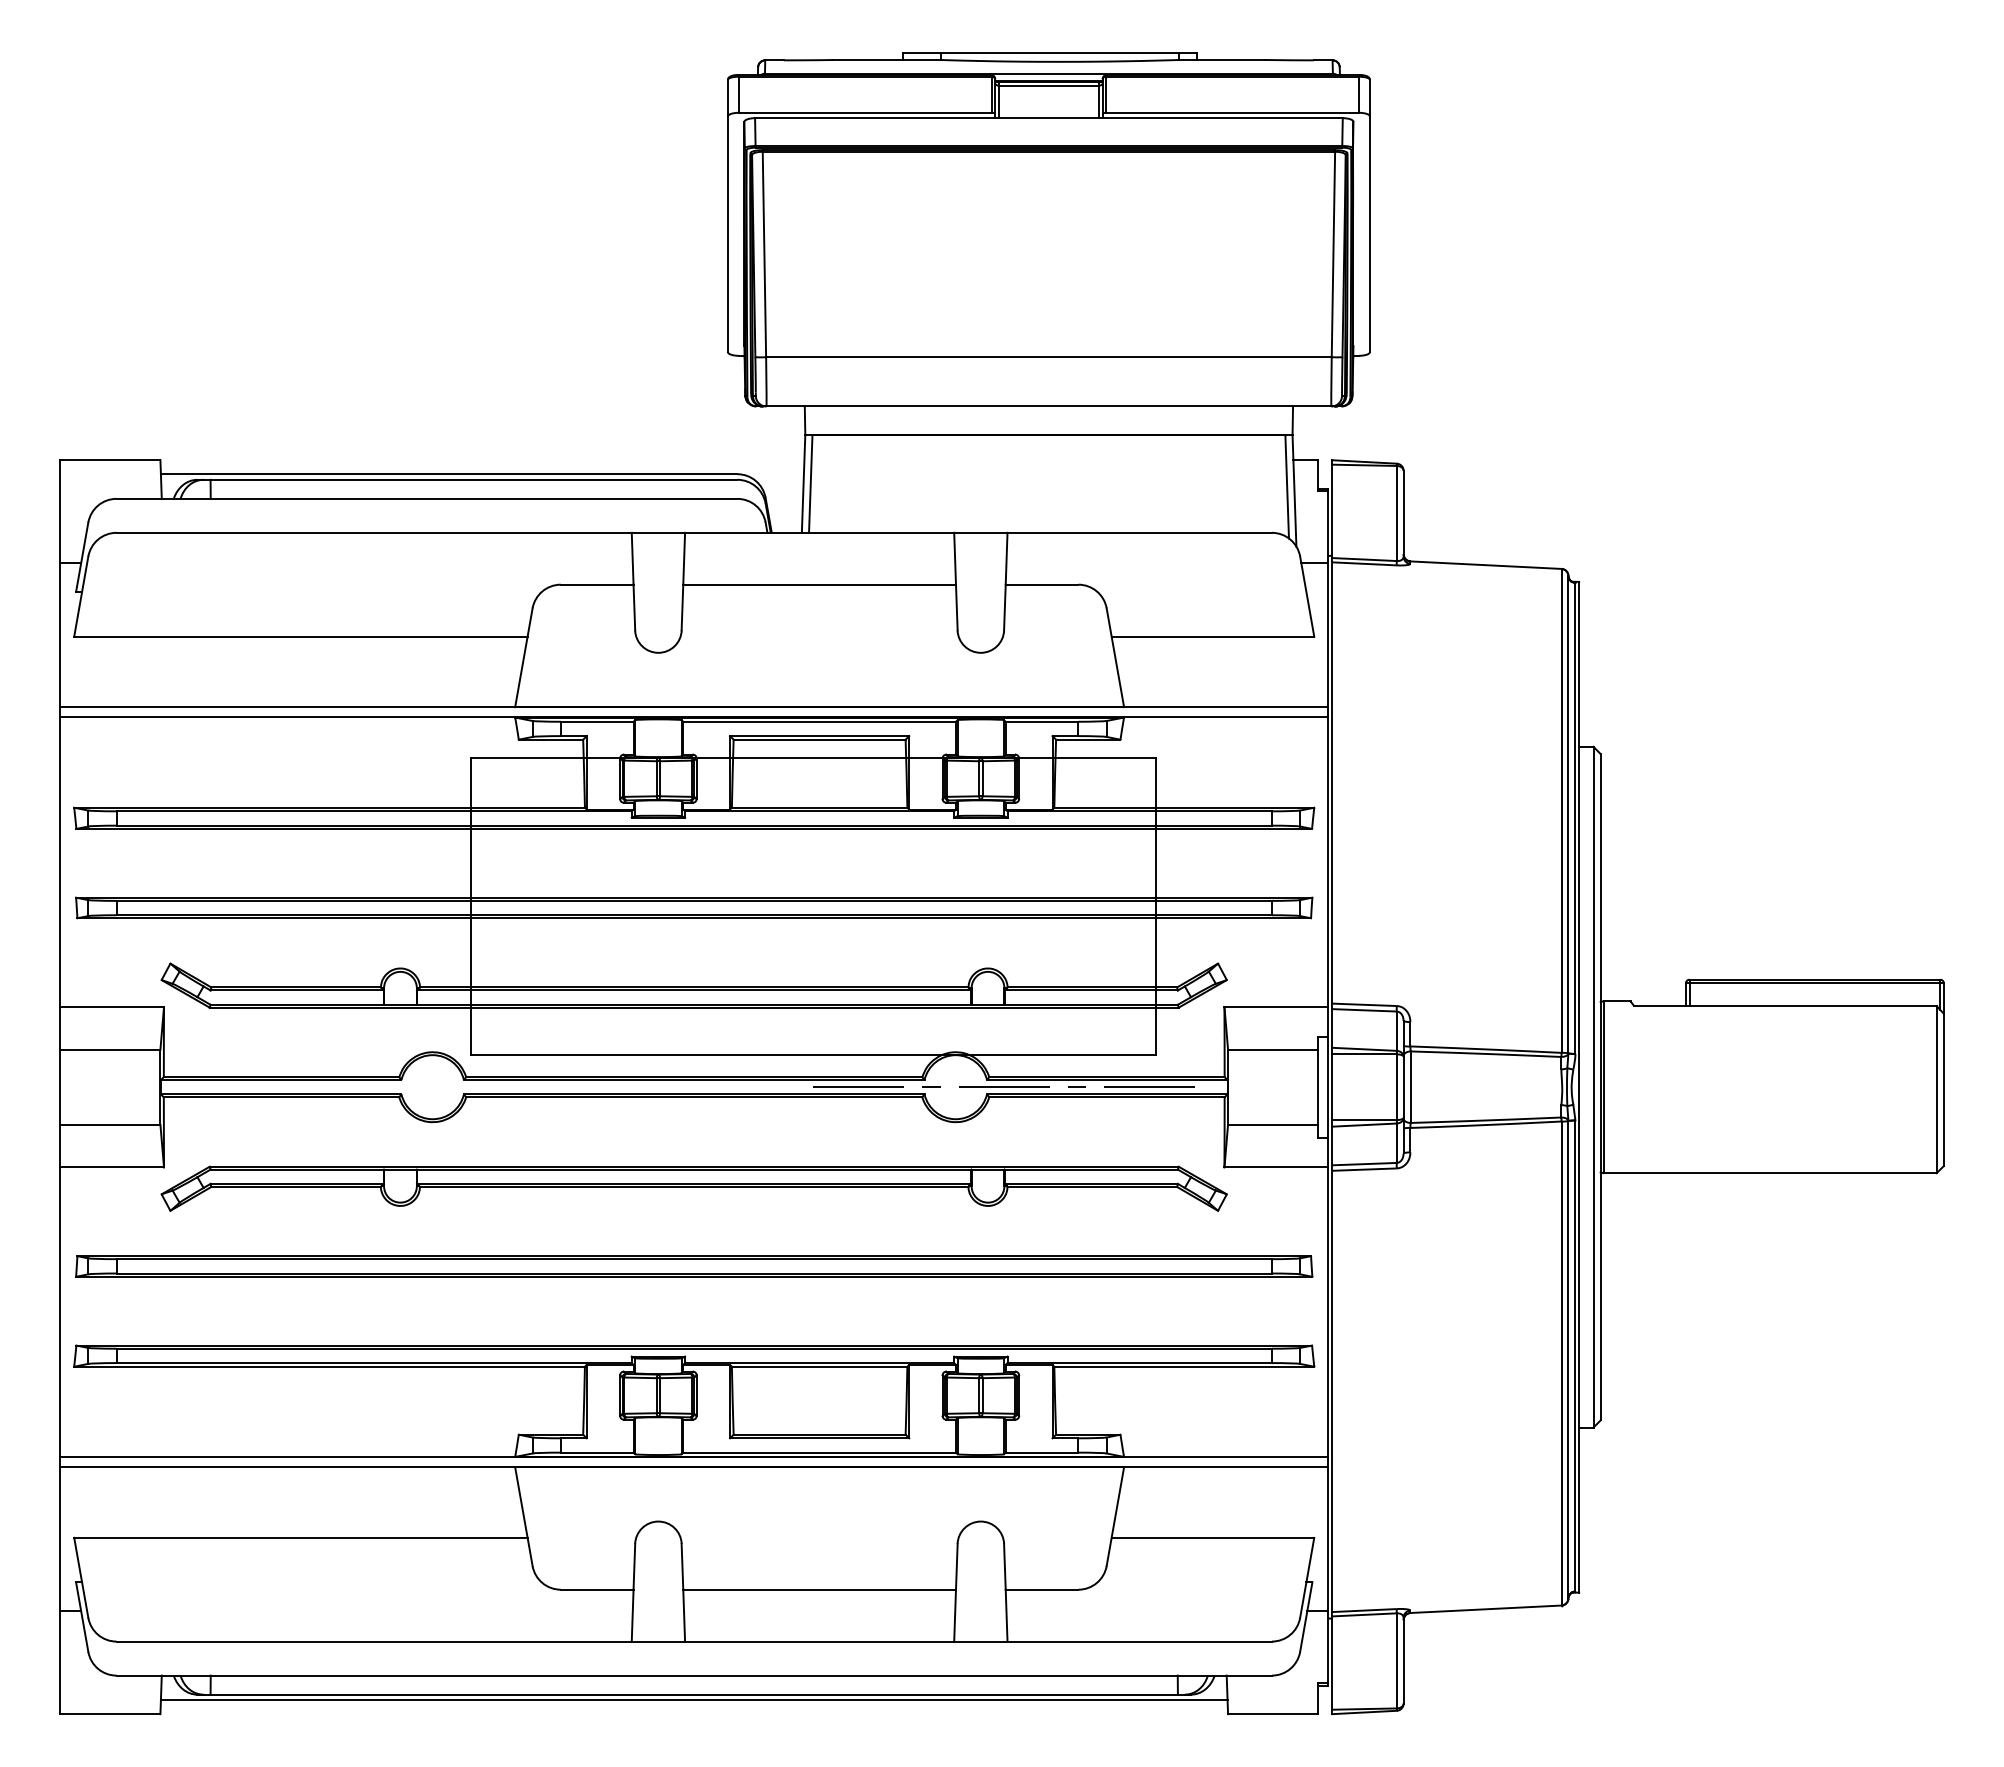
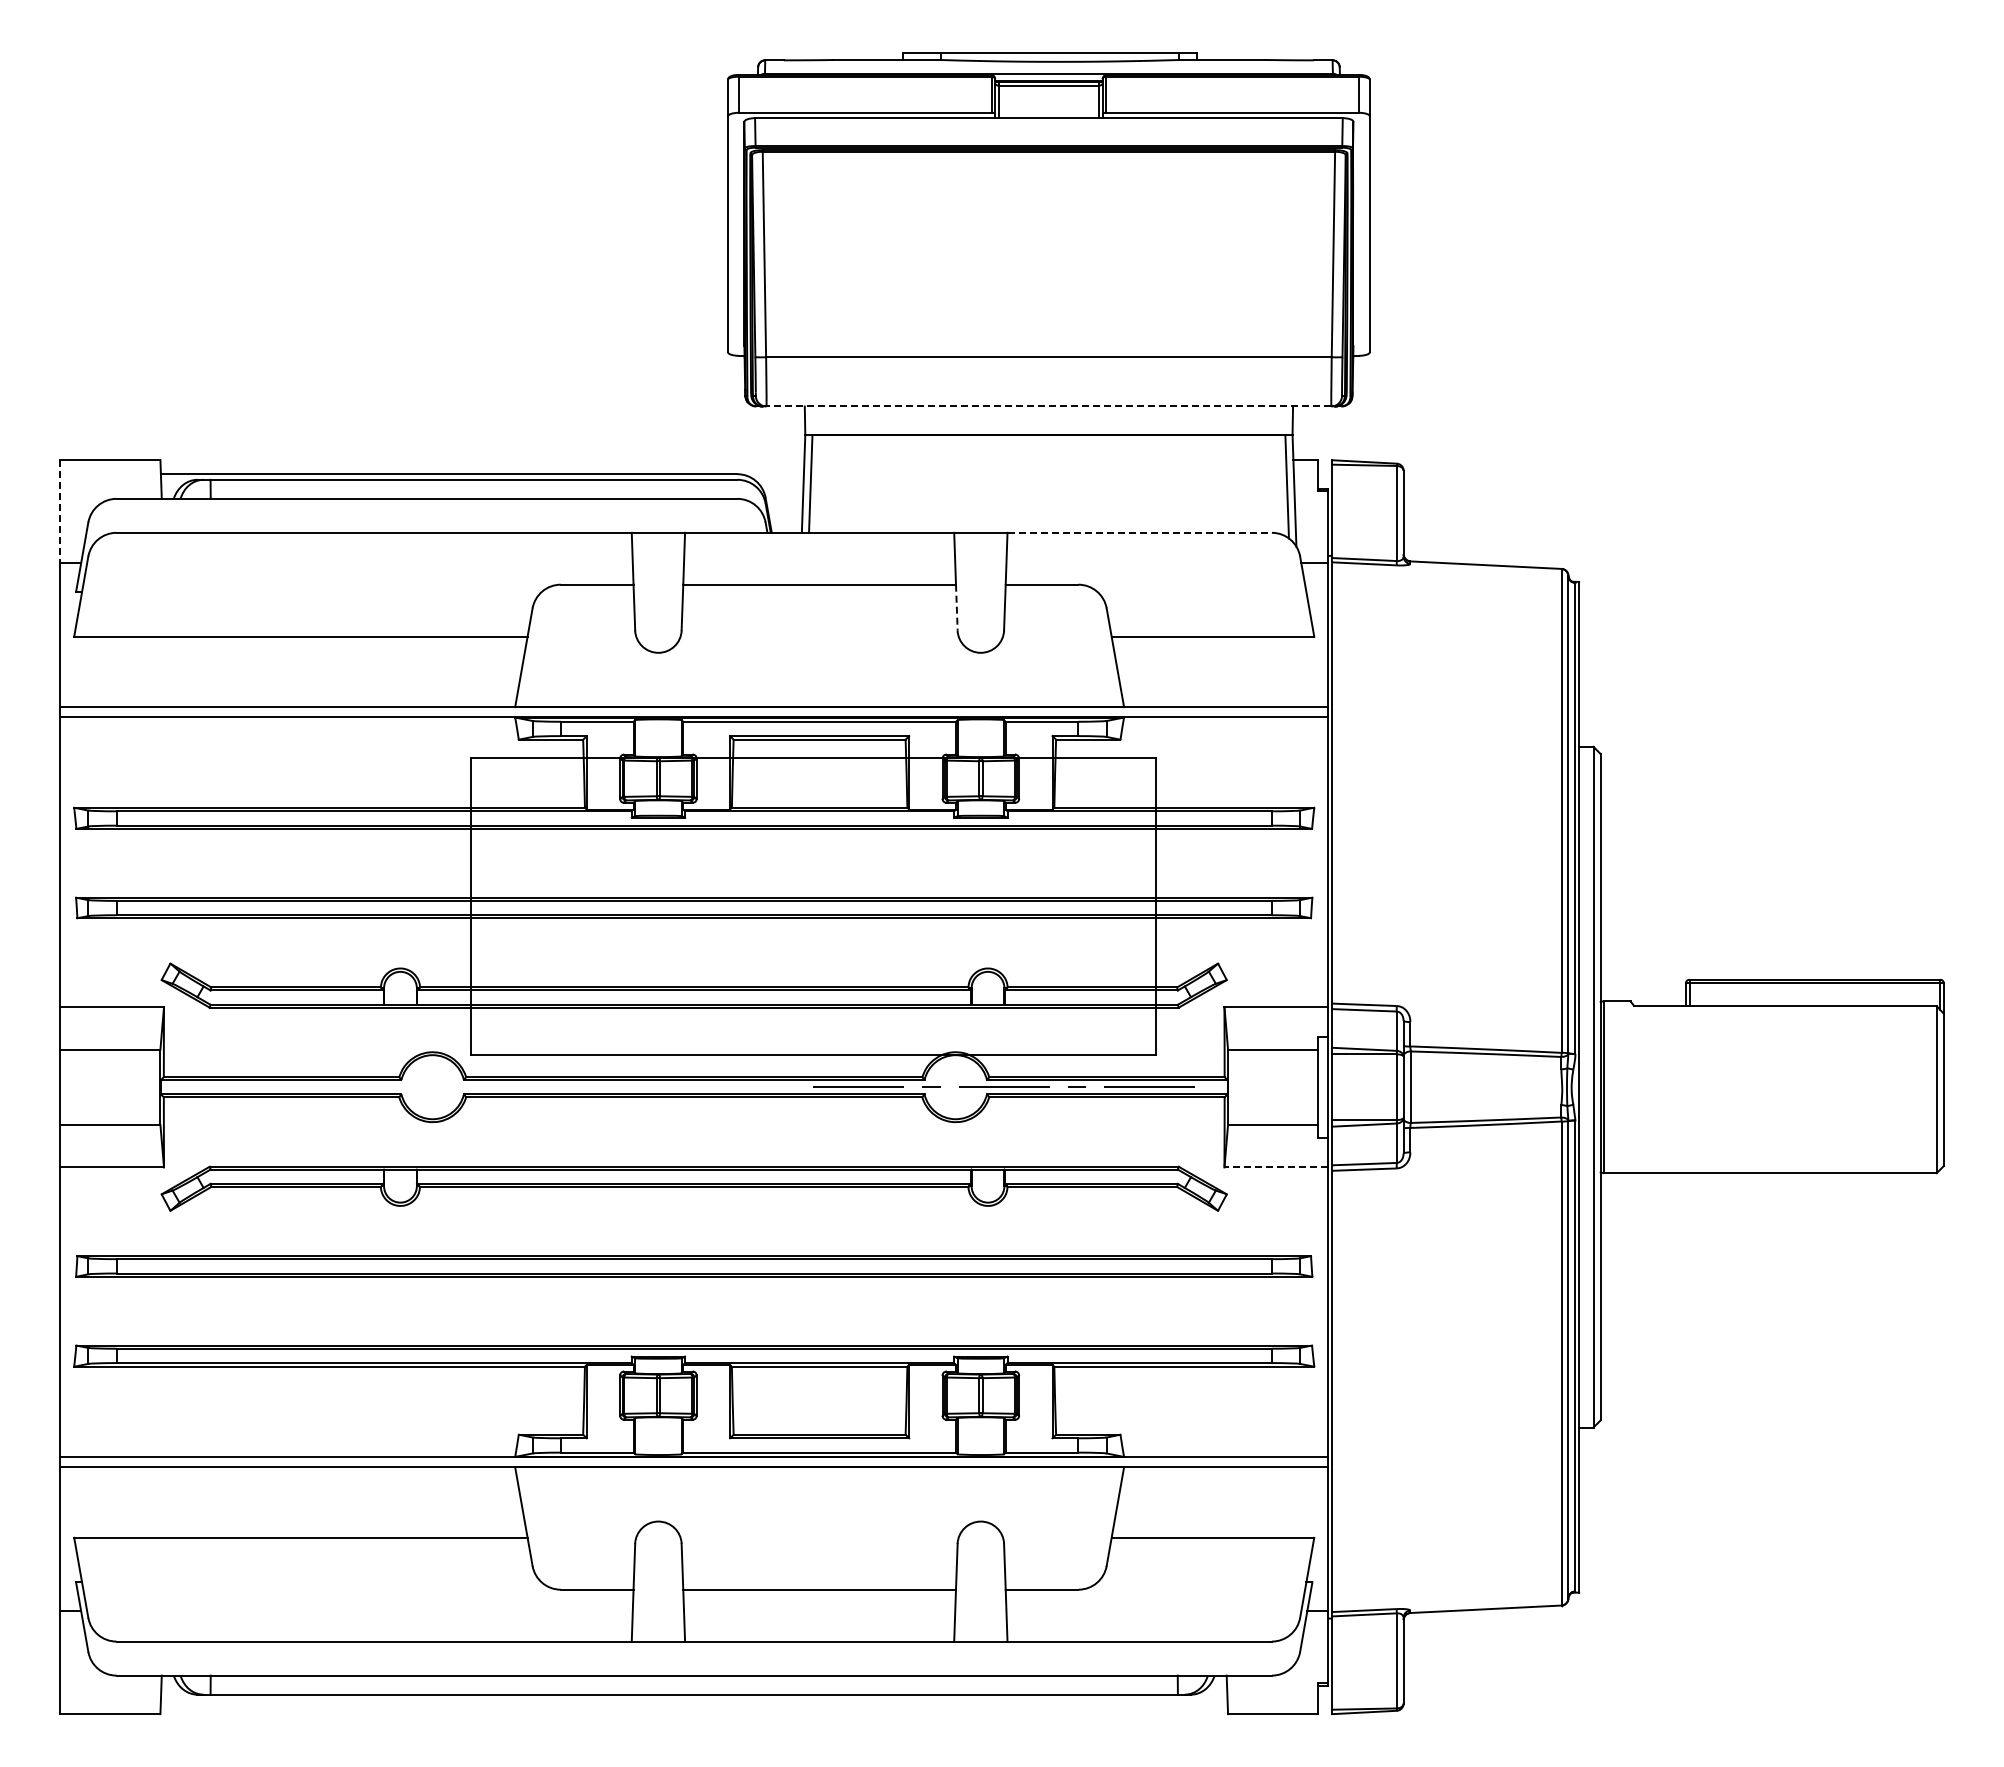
line at (1048, 406): solid -> dashed
line at (60, 512): solid -> dashed
line at (1140, 532): solid -> dashed
line at (956, 607): solid -> dashed
line at (1276, 1167): solid -> dashed
line at (693, 1700): present -> none
